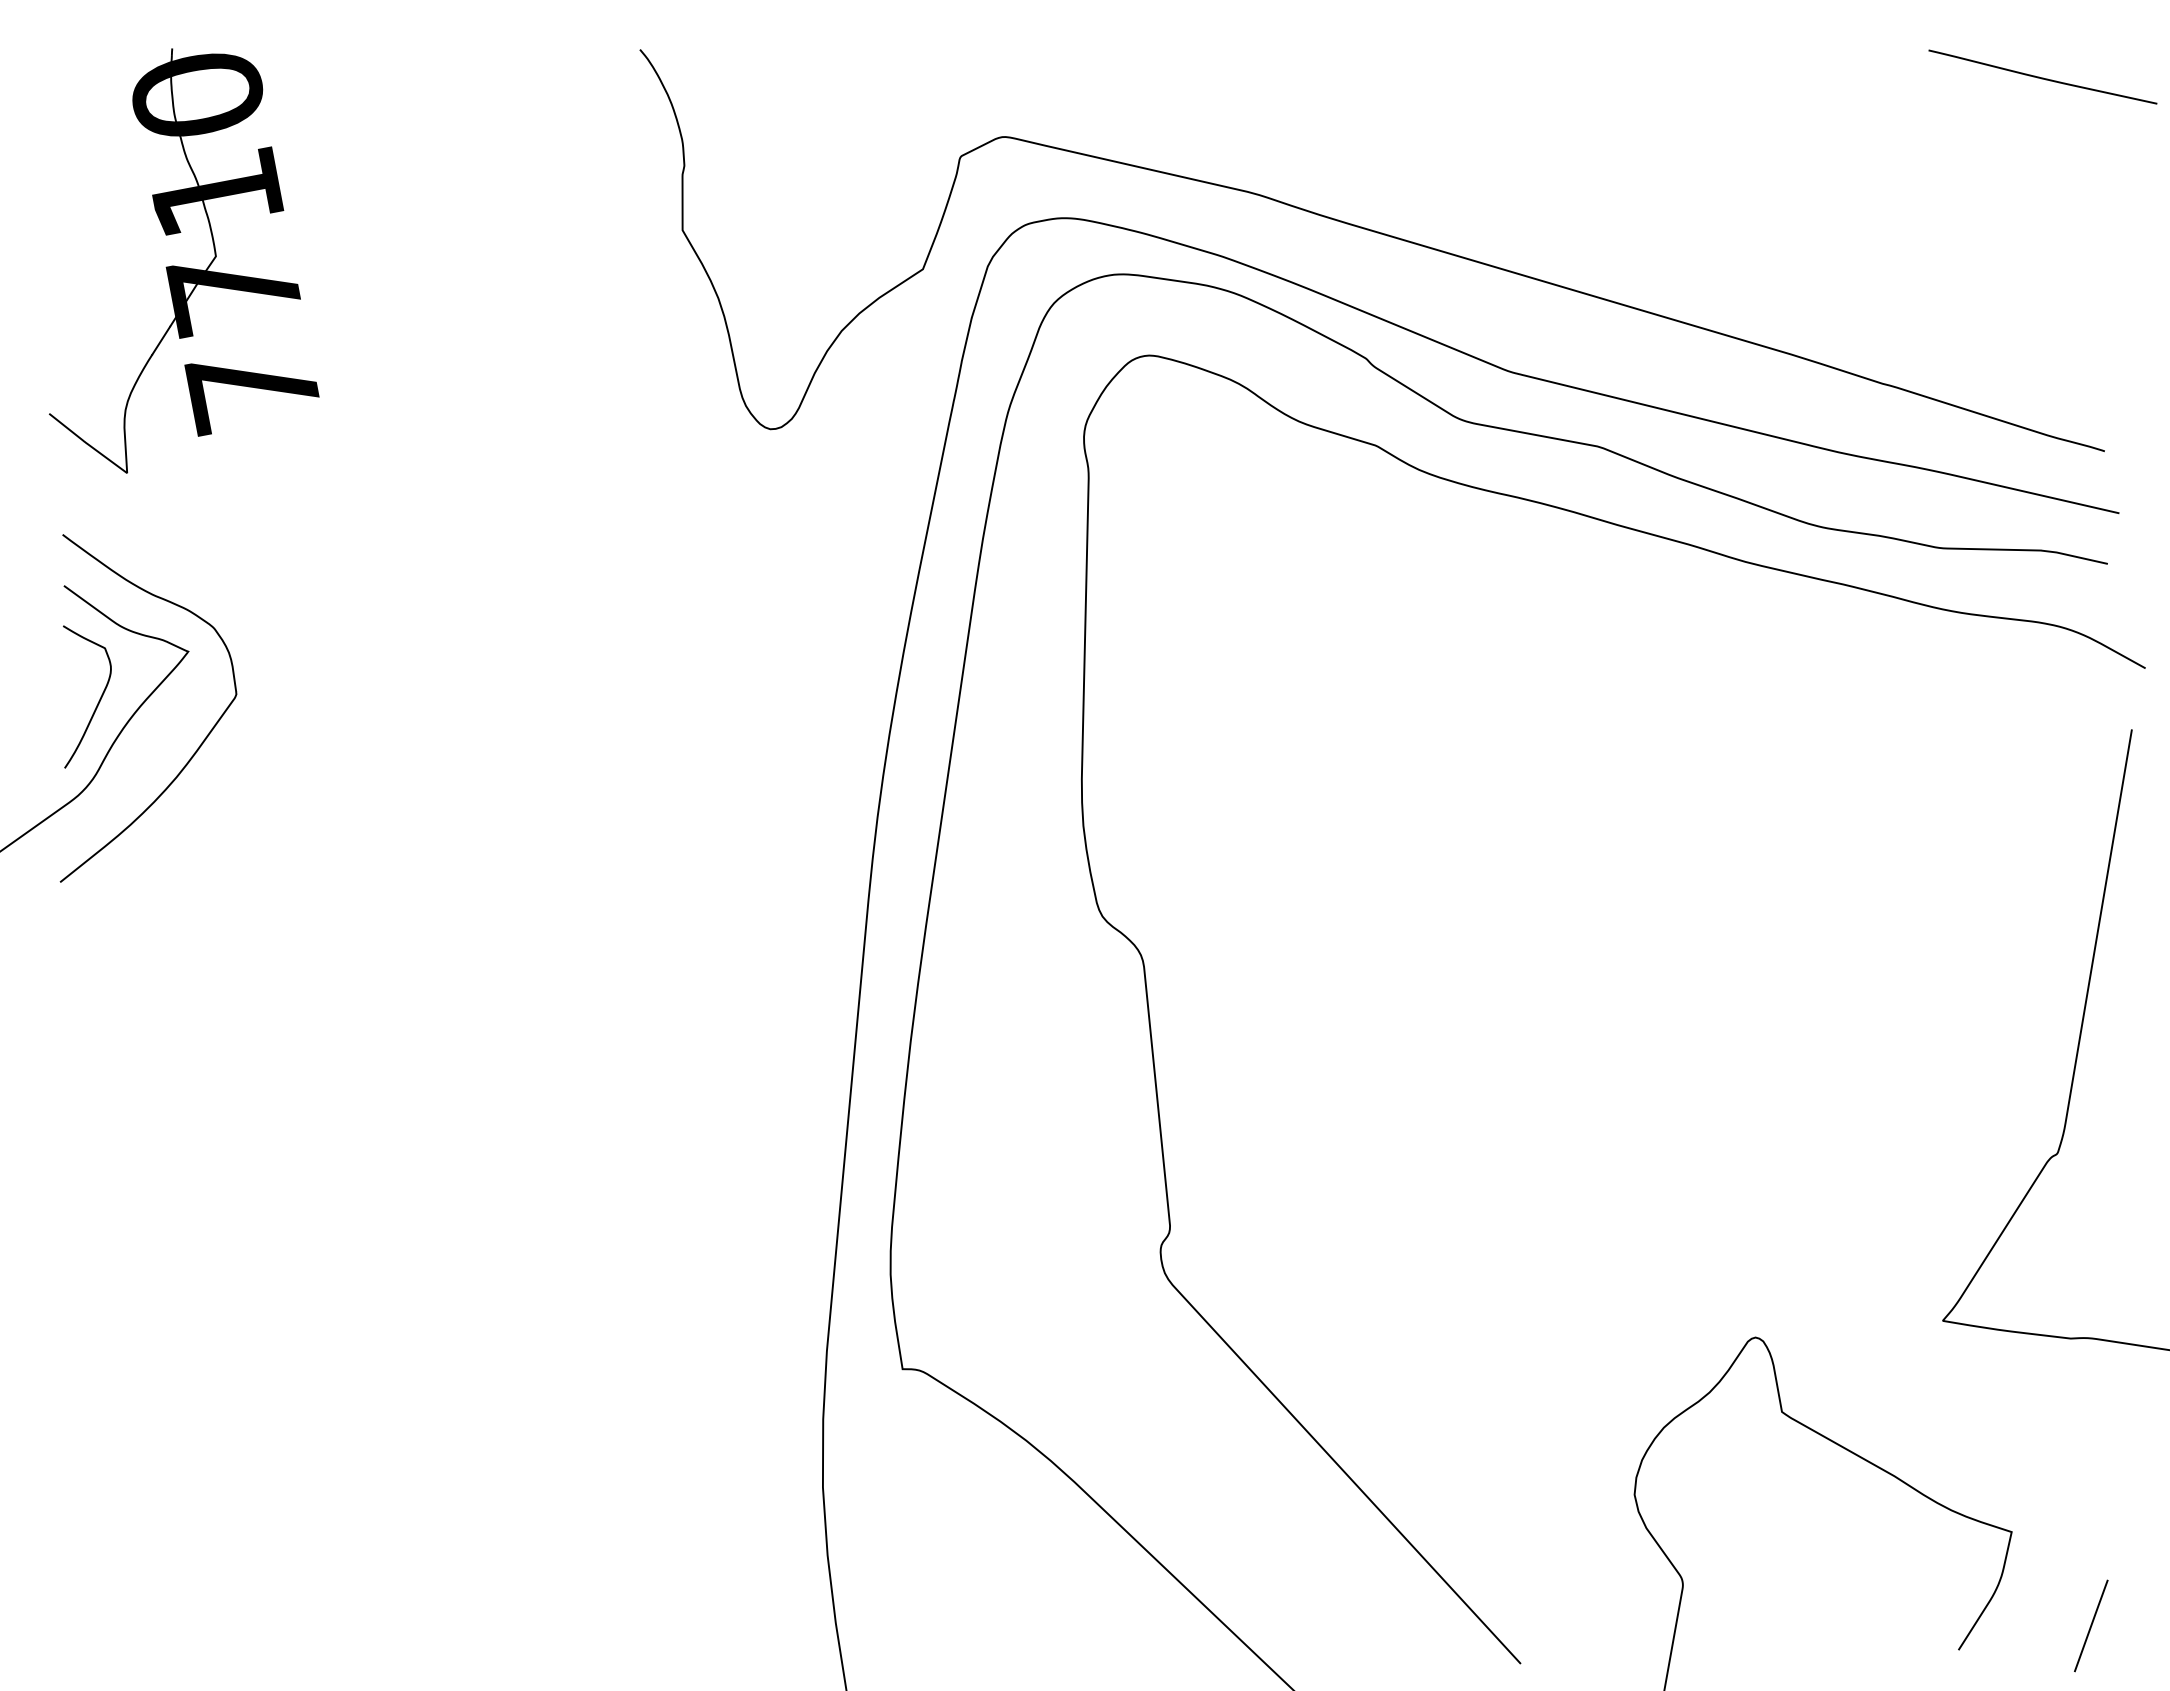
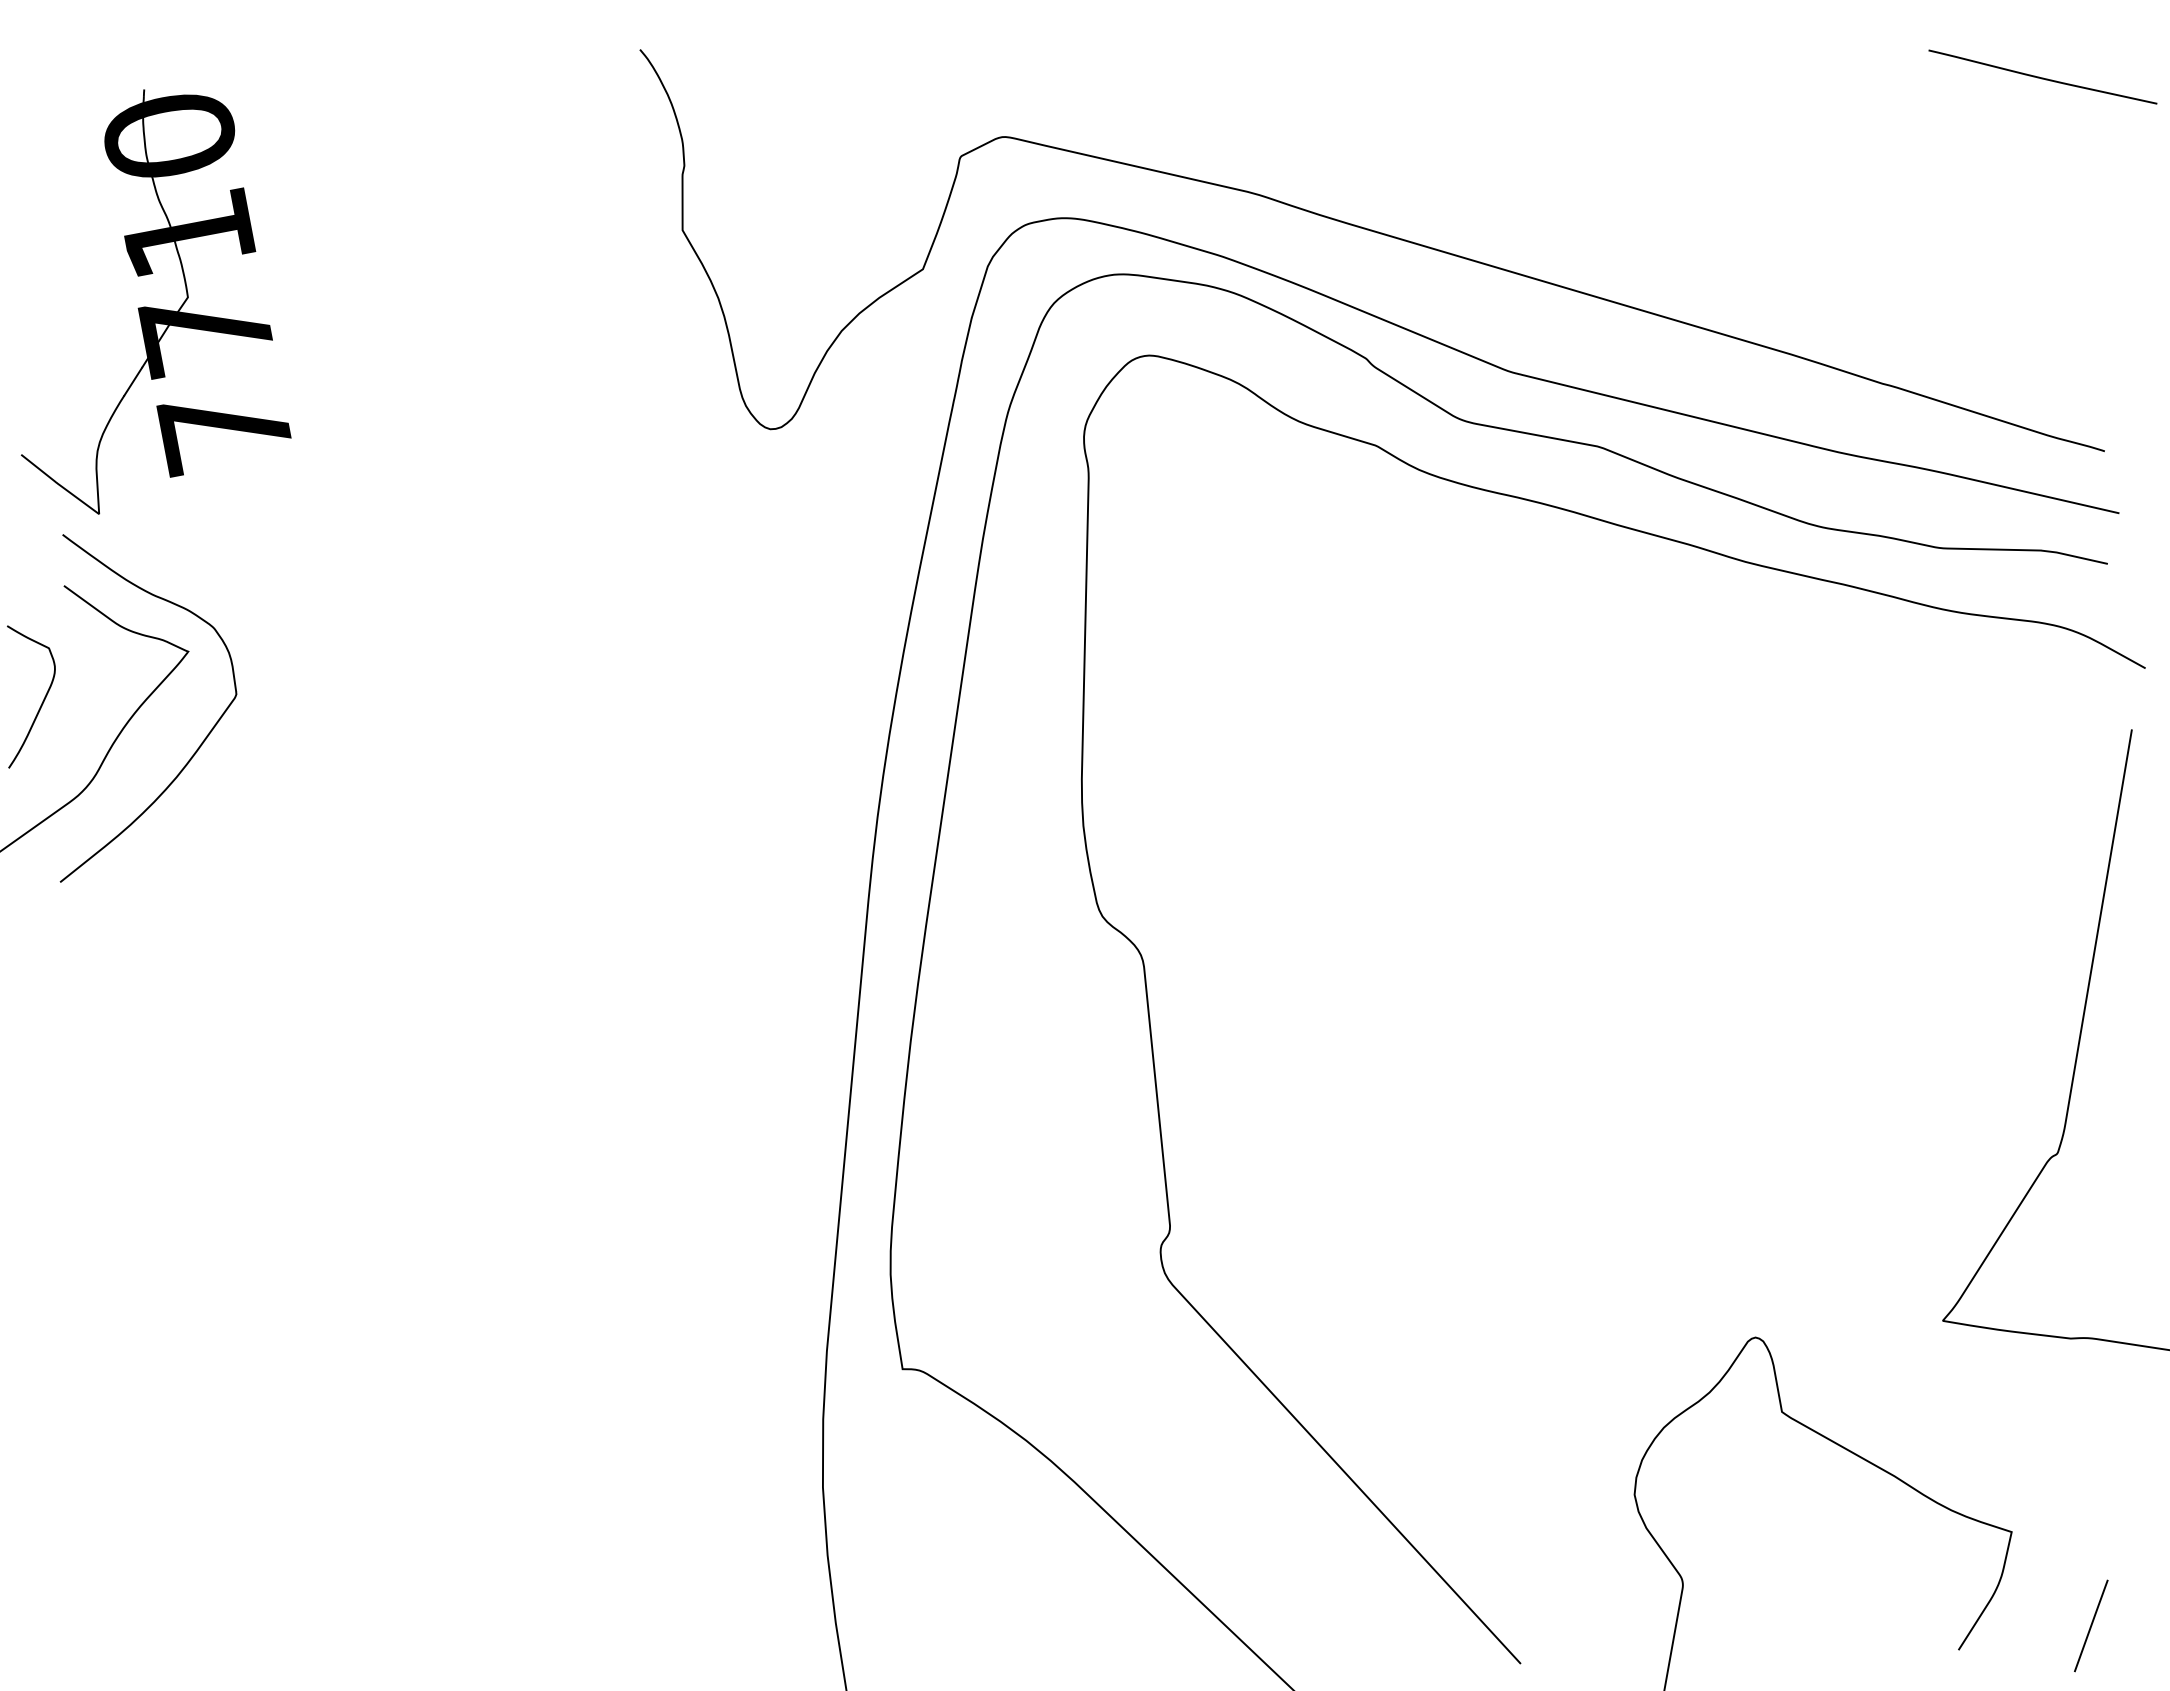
part at (181, 266) position: (181, 266) -> (153, 307)
curve at (98, 701) position: (98, 701) -> (42, 701)
